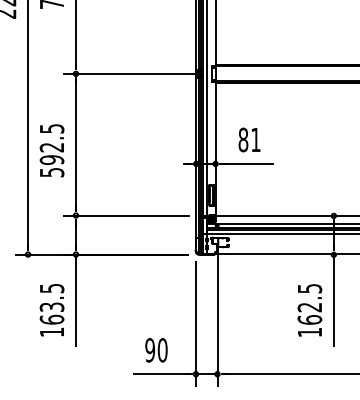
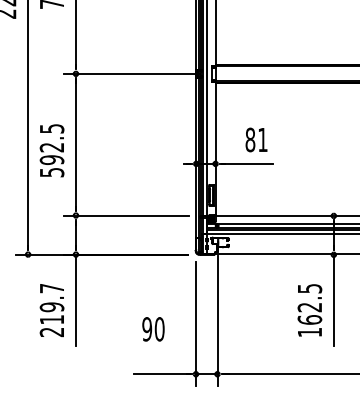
text at (249, 139) position: (249, 139) -> (256, 139)
text at (51, 310): 163.5 -> 219.7
text at (156, 350) position: (156, 350) -> (153, 329)
